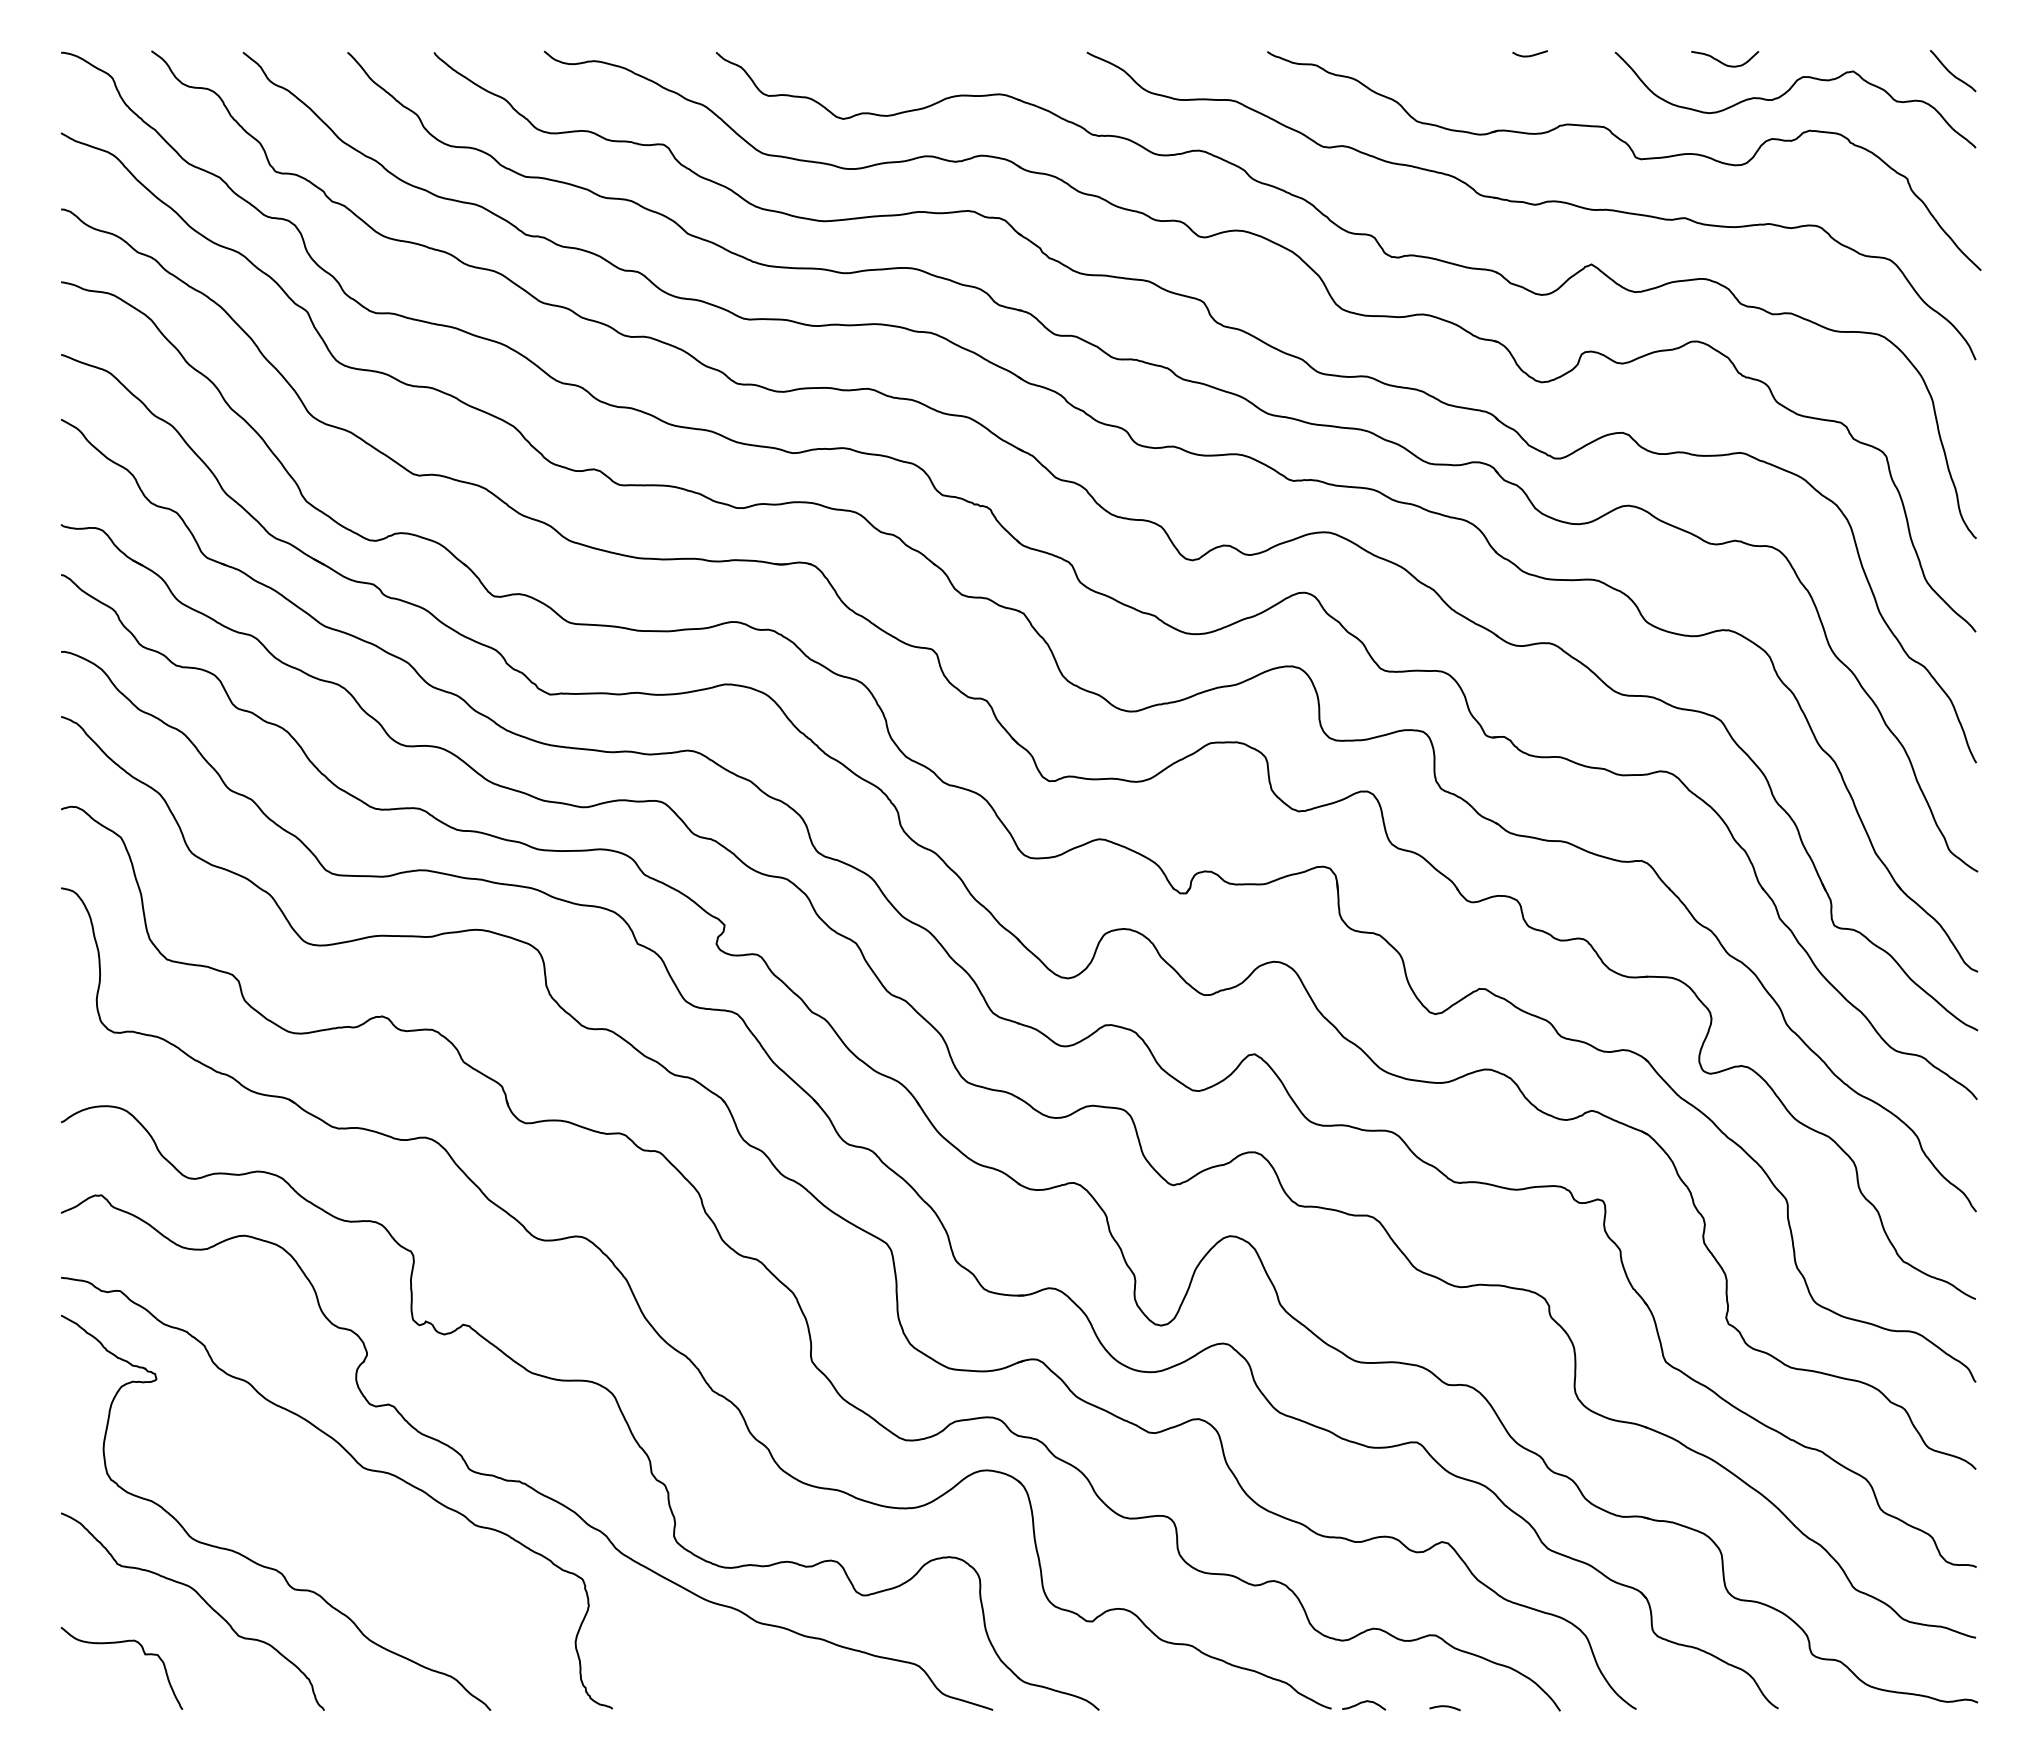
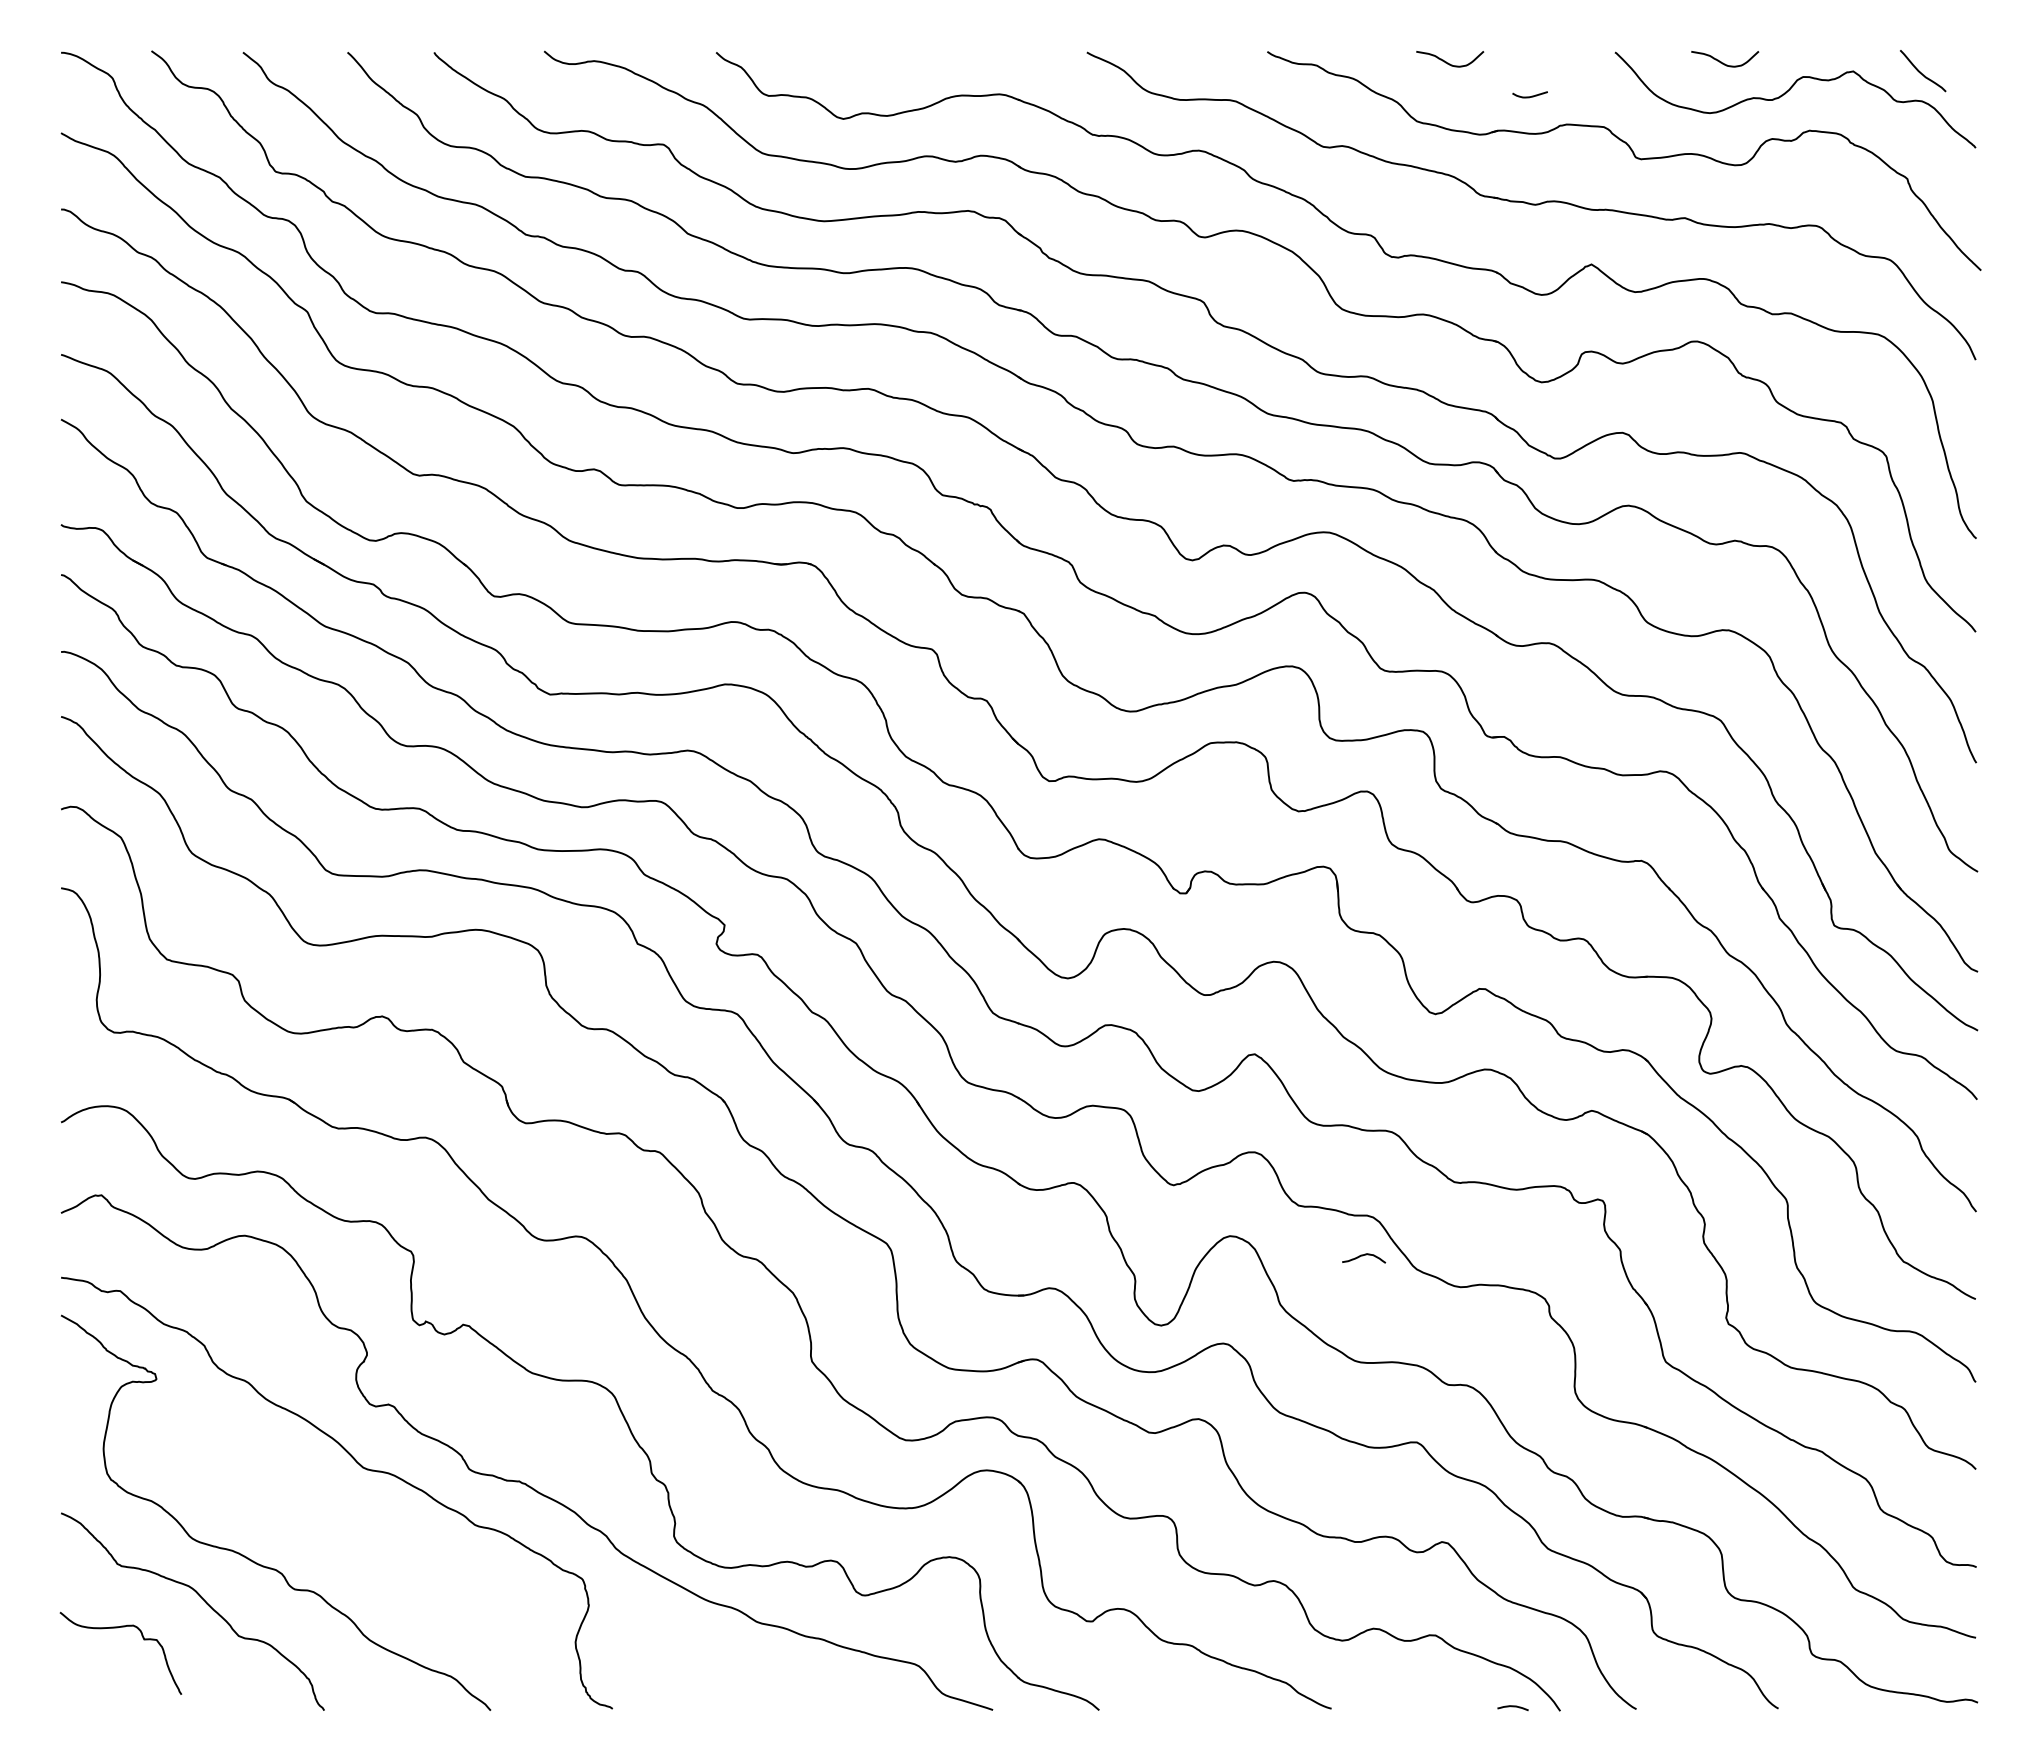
curve at (1529, 55) position: (1529, 55) -> (1529, 96)
curve at (1448, 62): none -> present
curve at (1951, 72) position: (1951, 72) -> (1921, 72)
curve at (118, 1643) position: (118, 1643) -> (117, 1628)
curve at (1362, 1703) position: (1362, 1703) -> (1362, 1256)
curve at (1444, 1707) position: (1444, 1707) -> (1512, 1707)
